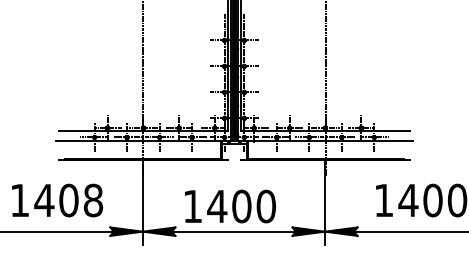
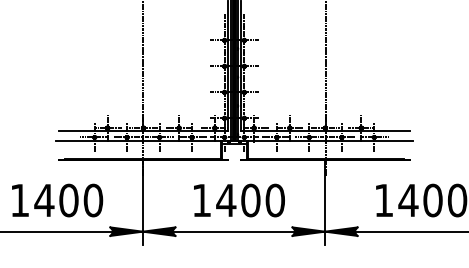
text at (93, 200): 1408 -> 1400
text at (230, 206) position: (230, 206) -> (239, 200)
